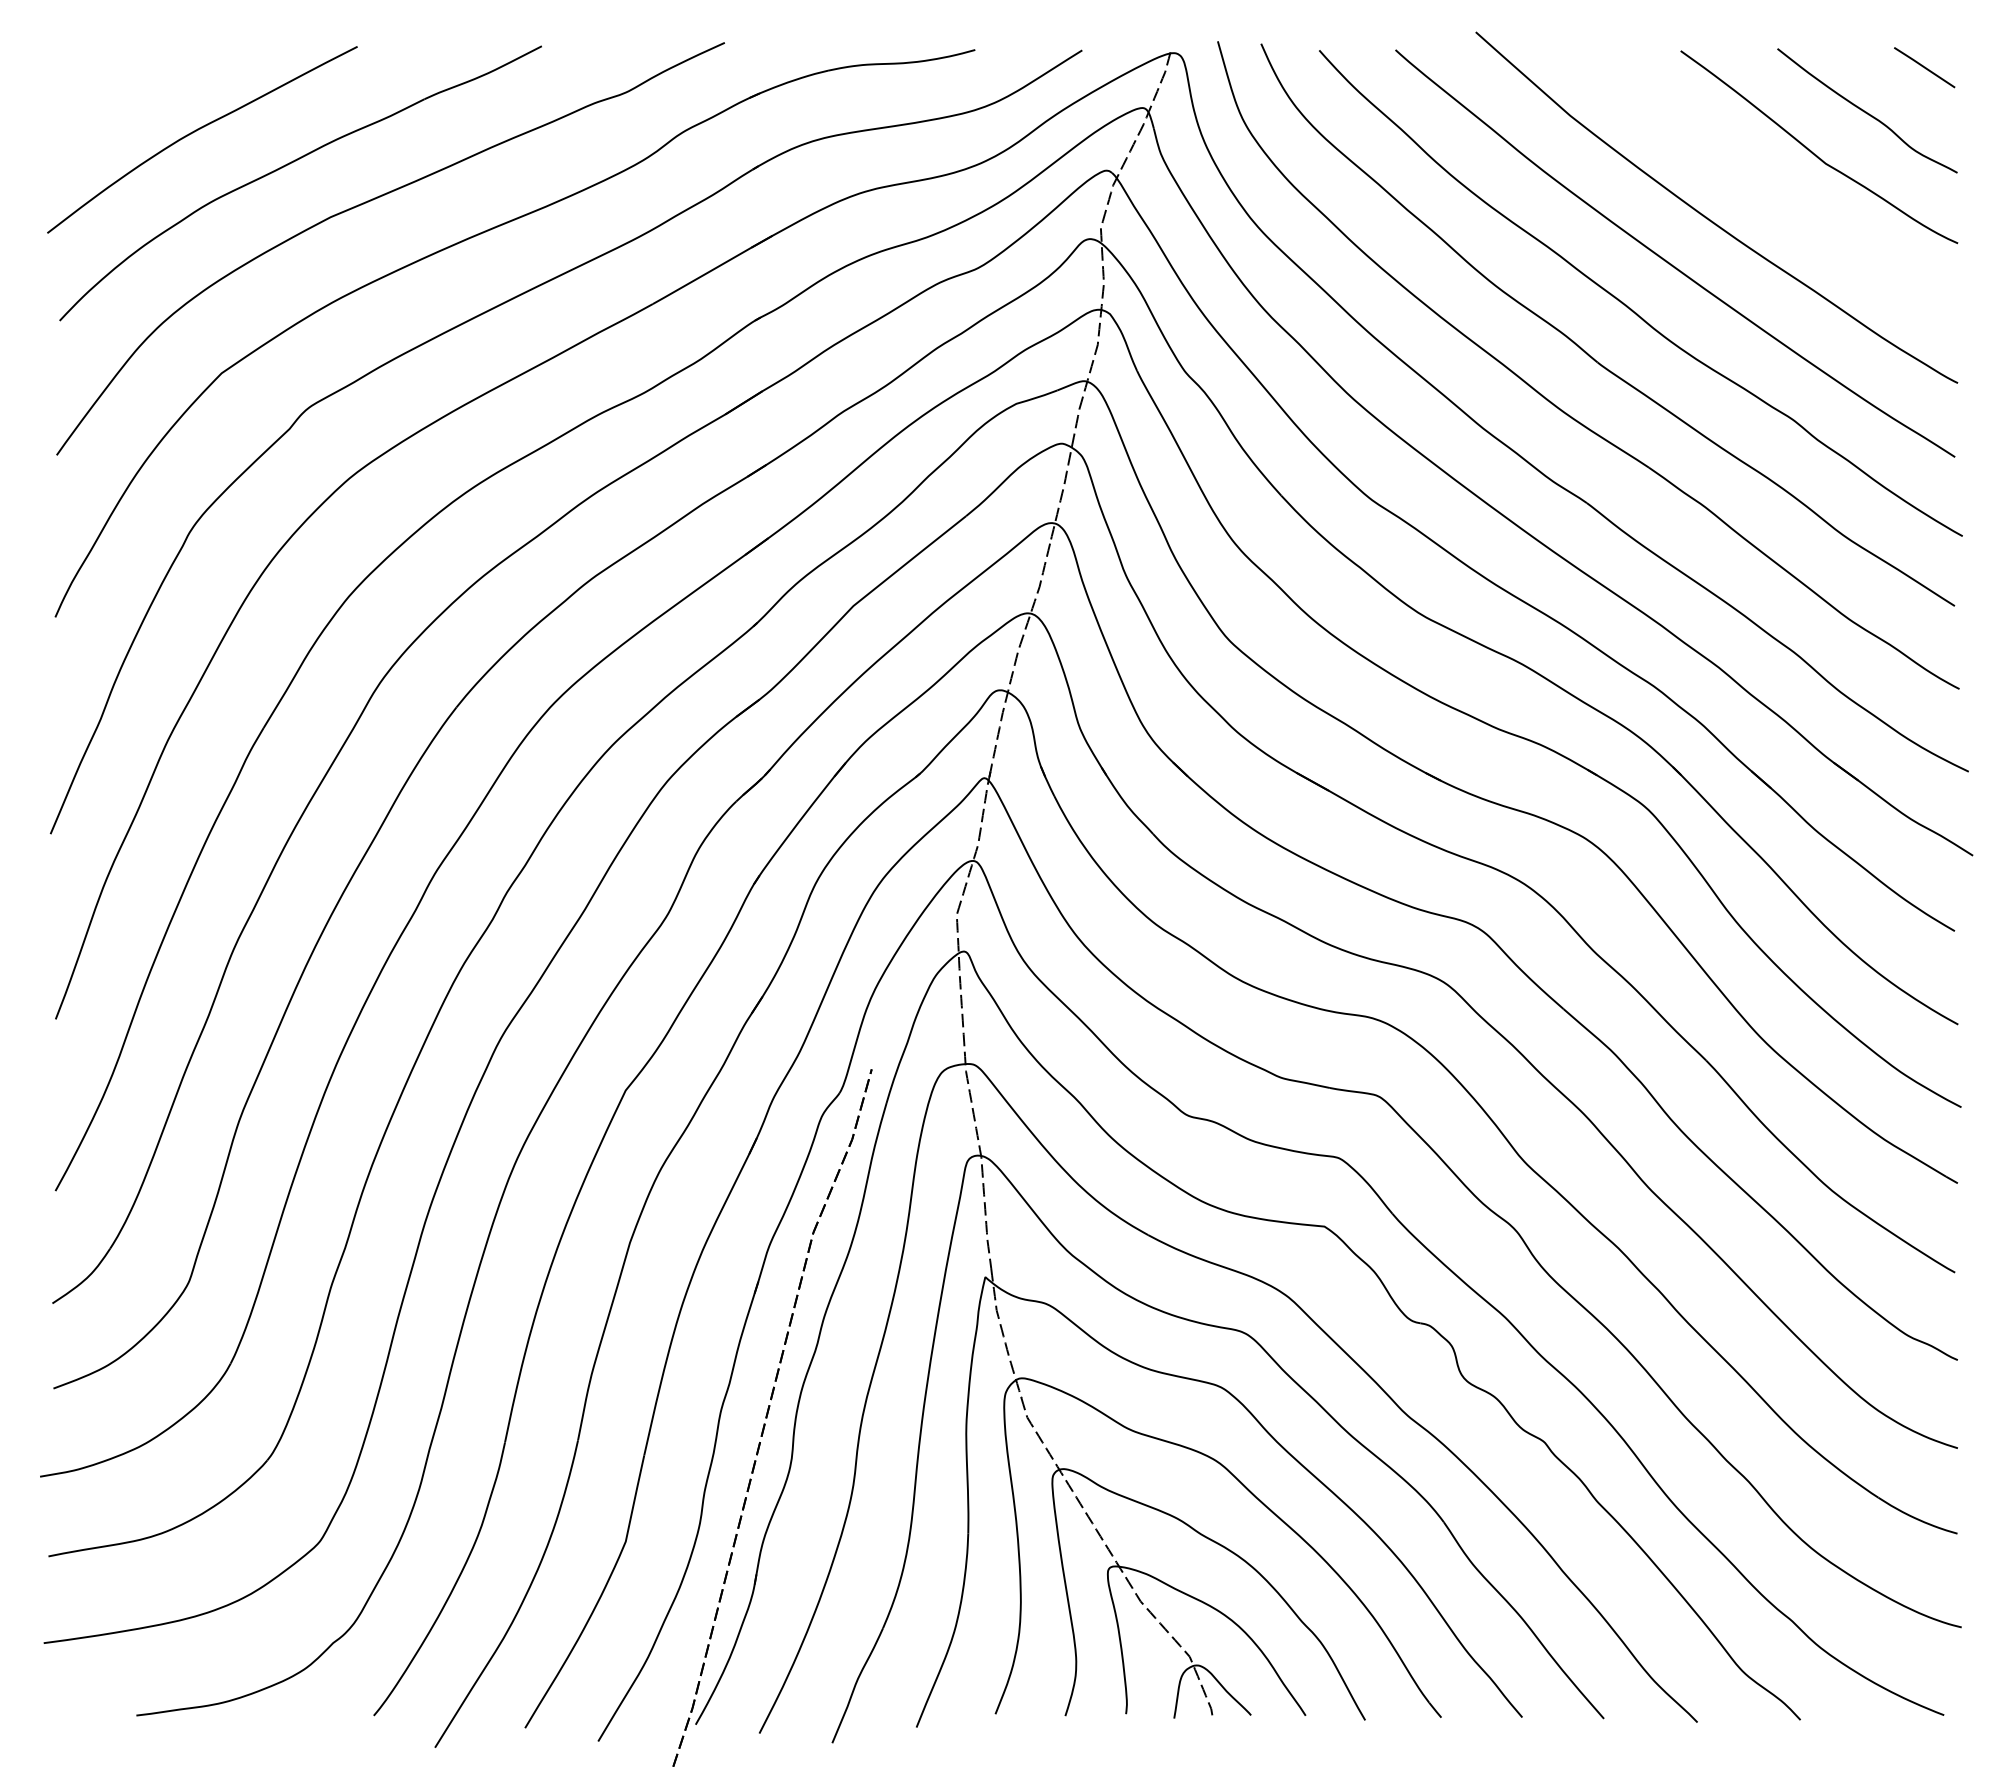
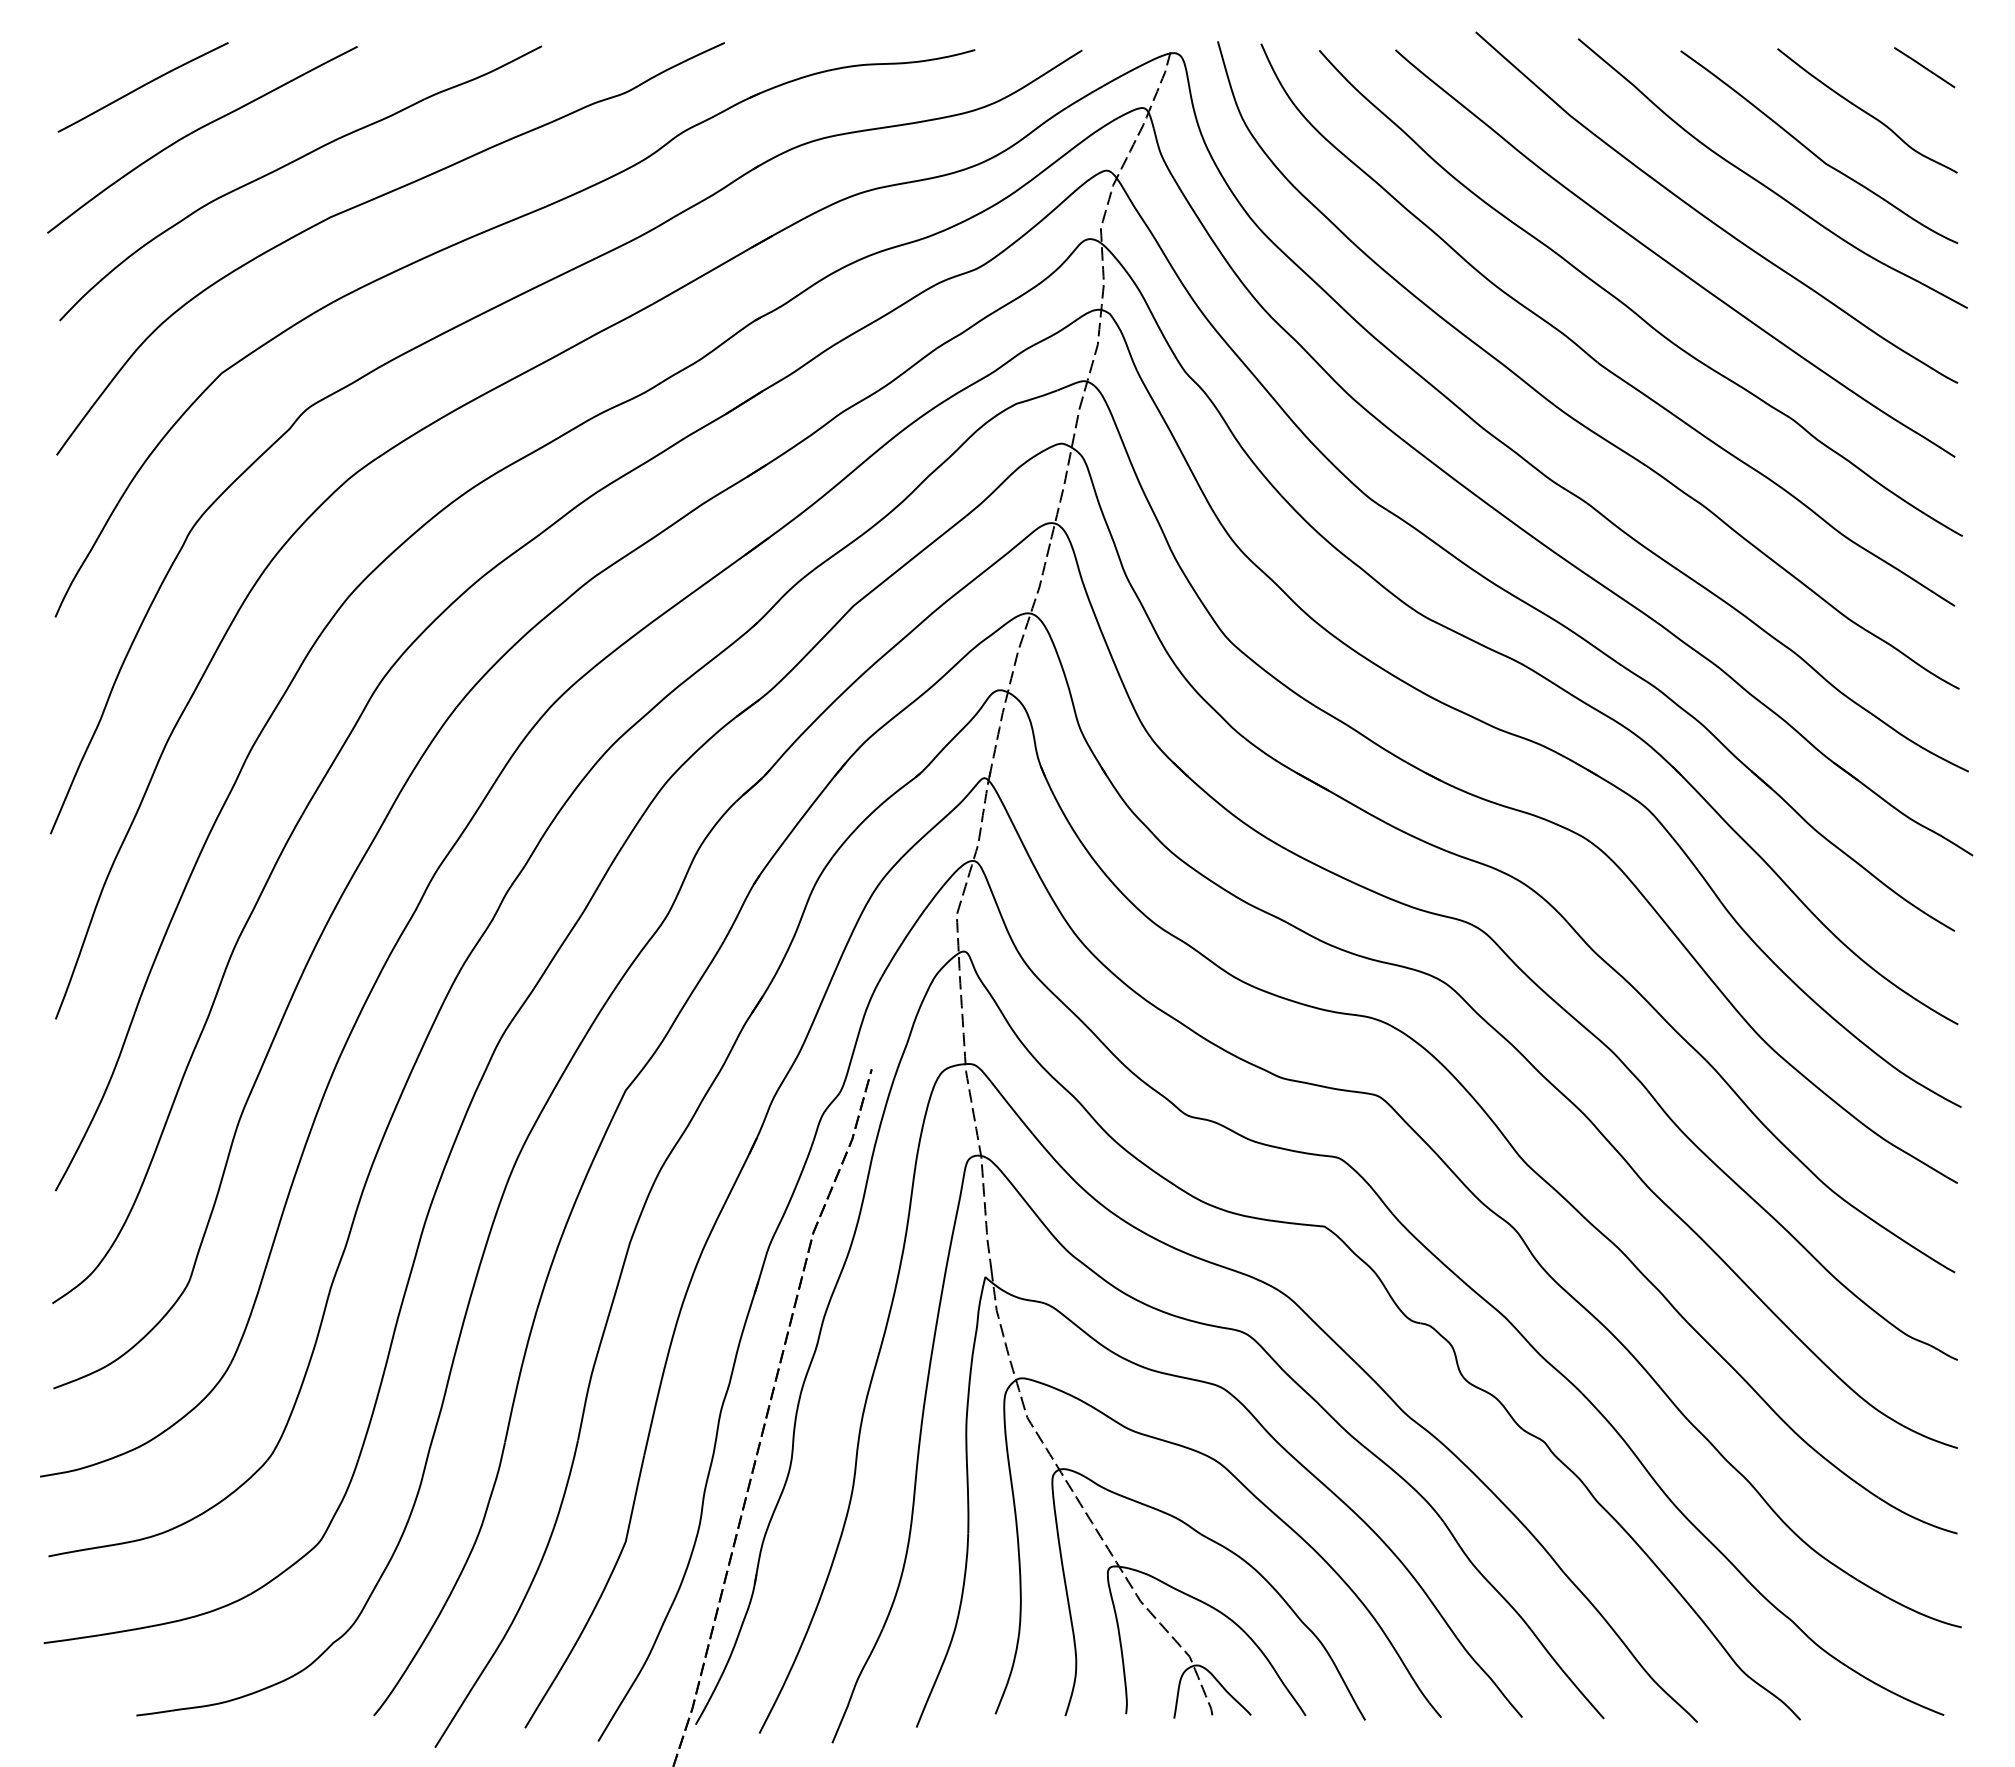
curve at (142, 87): none -> present
curve at (1766, 185): none -> present
